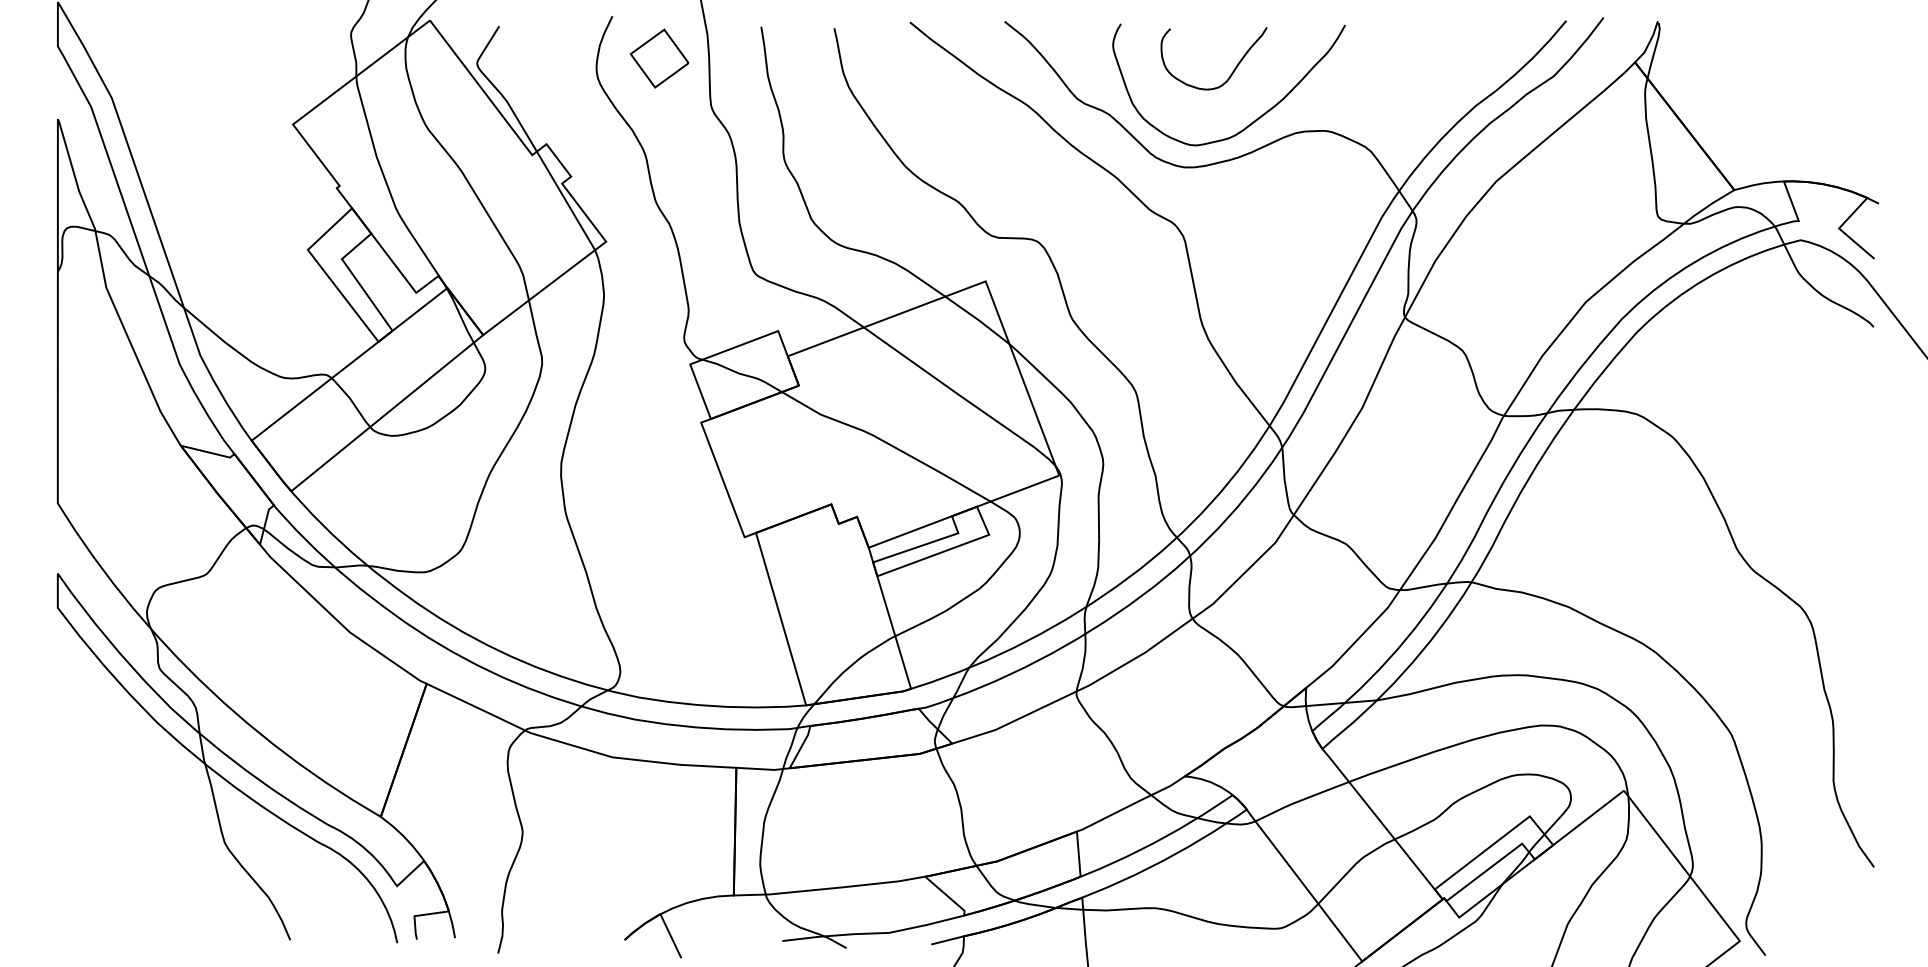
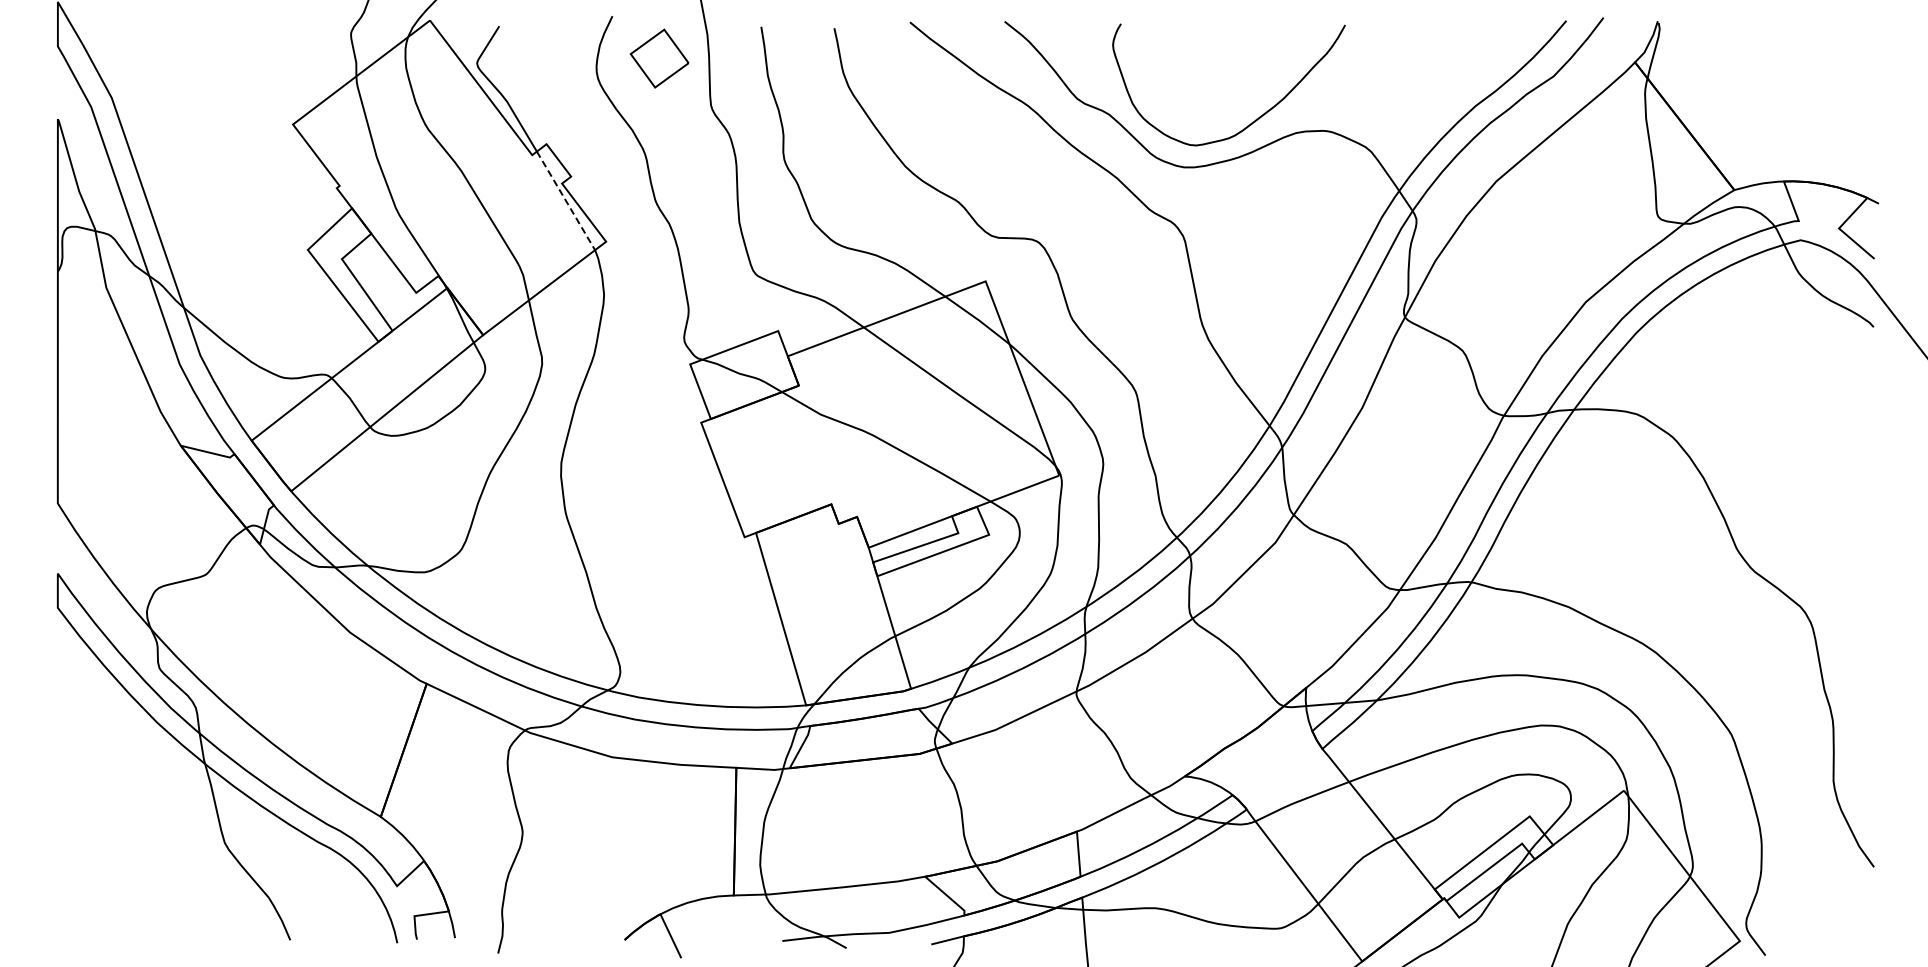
curve at (1233, 69): present -> none
line at (566, 201): solid -> dashed
